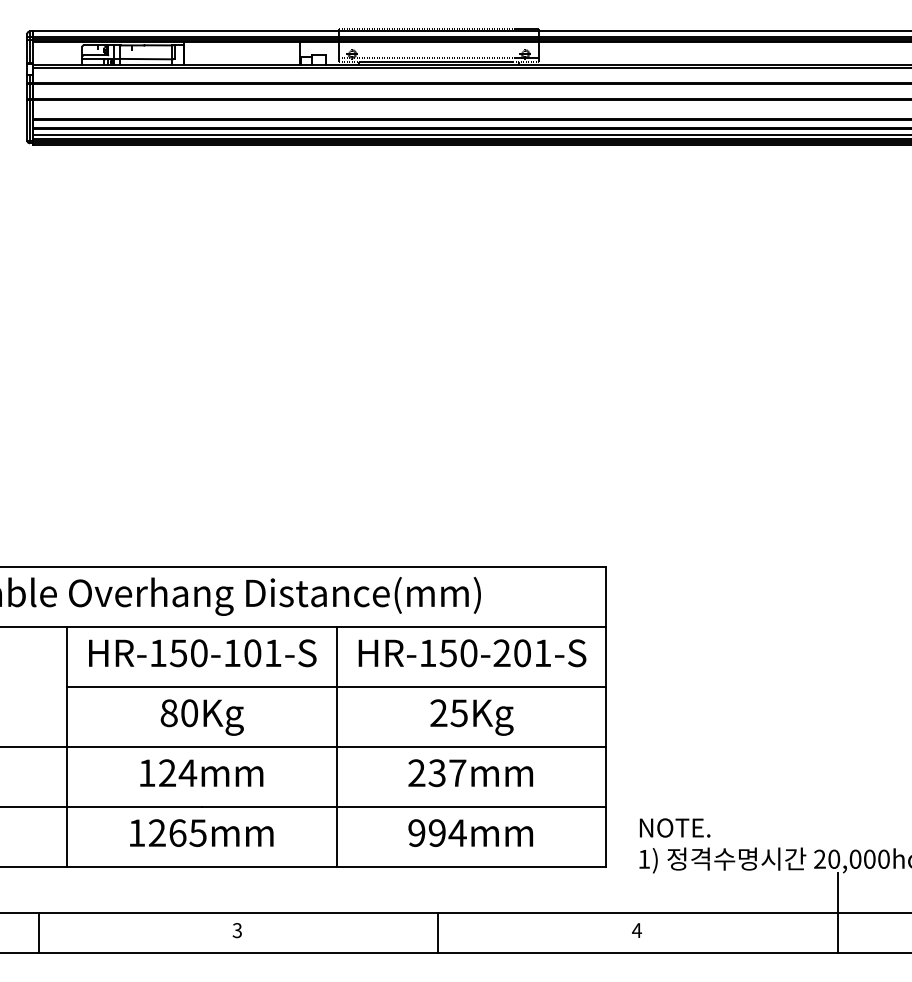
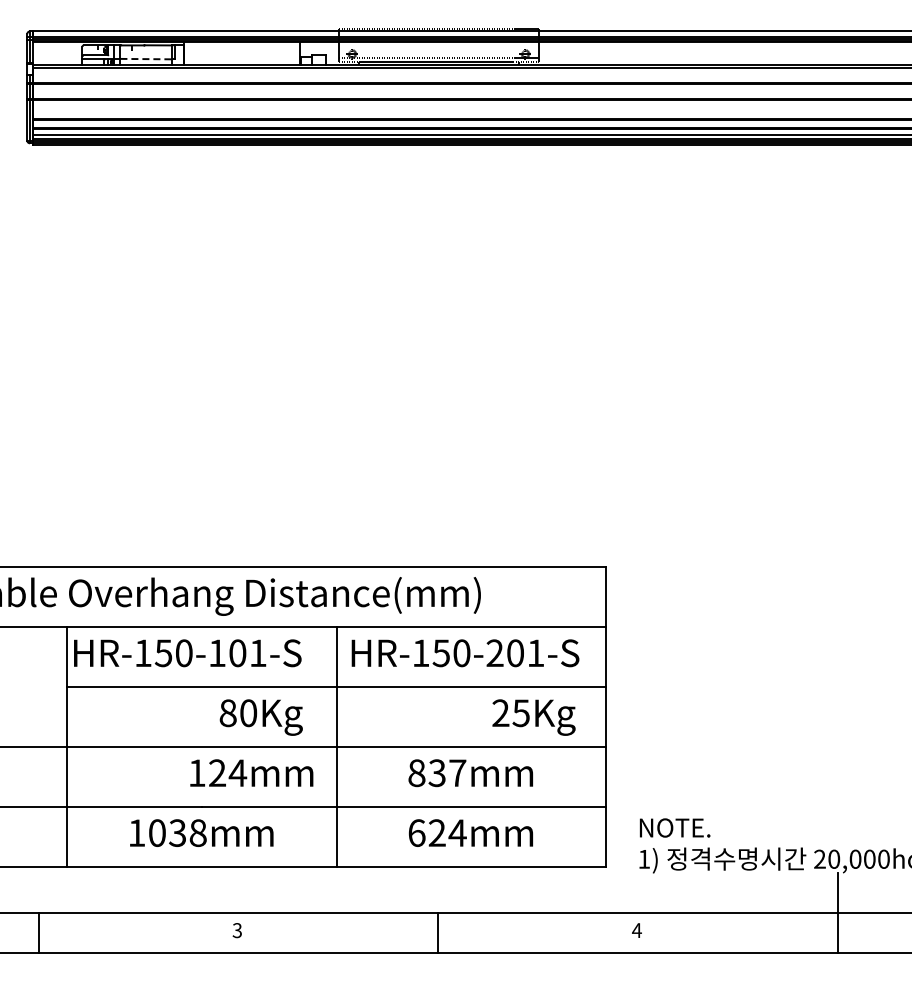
line at (146, 59): solid -> dashed
text at (202, 653) position: (202, 653) -> (187, 653)
text at (472, 653) position: (472, 653) -> (465, 653)
text at (201, 717) position: (201, 717) -> (260, 717)
text at (471, 717) position: (471, 717) -> (533, 717)
text at (201, 772) position: (201, 772) -> (251, 772)
text at (416, 773): 237mm -> 837mm
text at (177, 833): 1265mm -> 1038mm
text at (426, 833): 994mm -> 624mm
